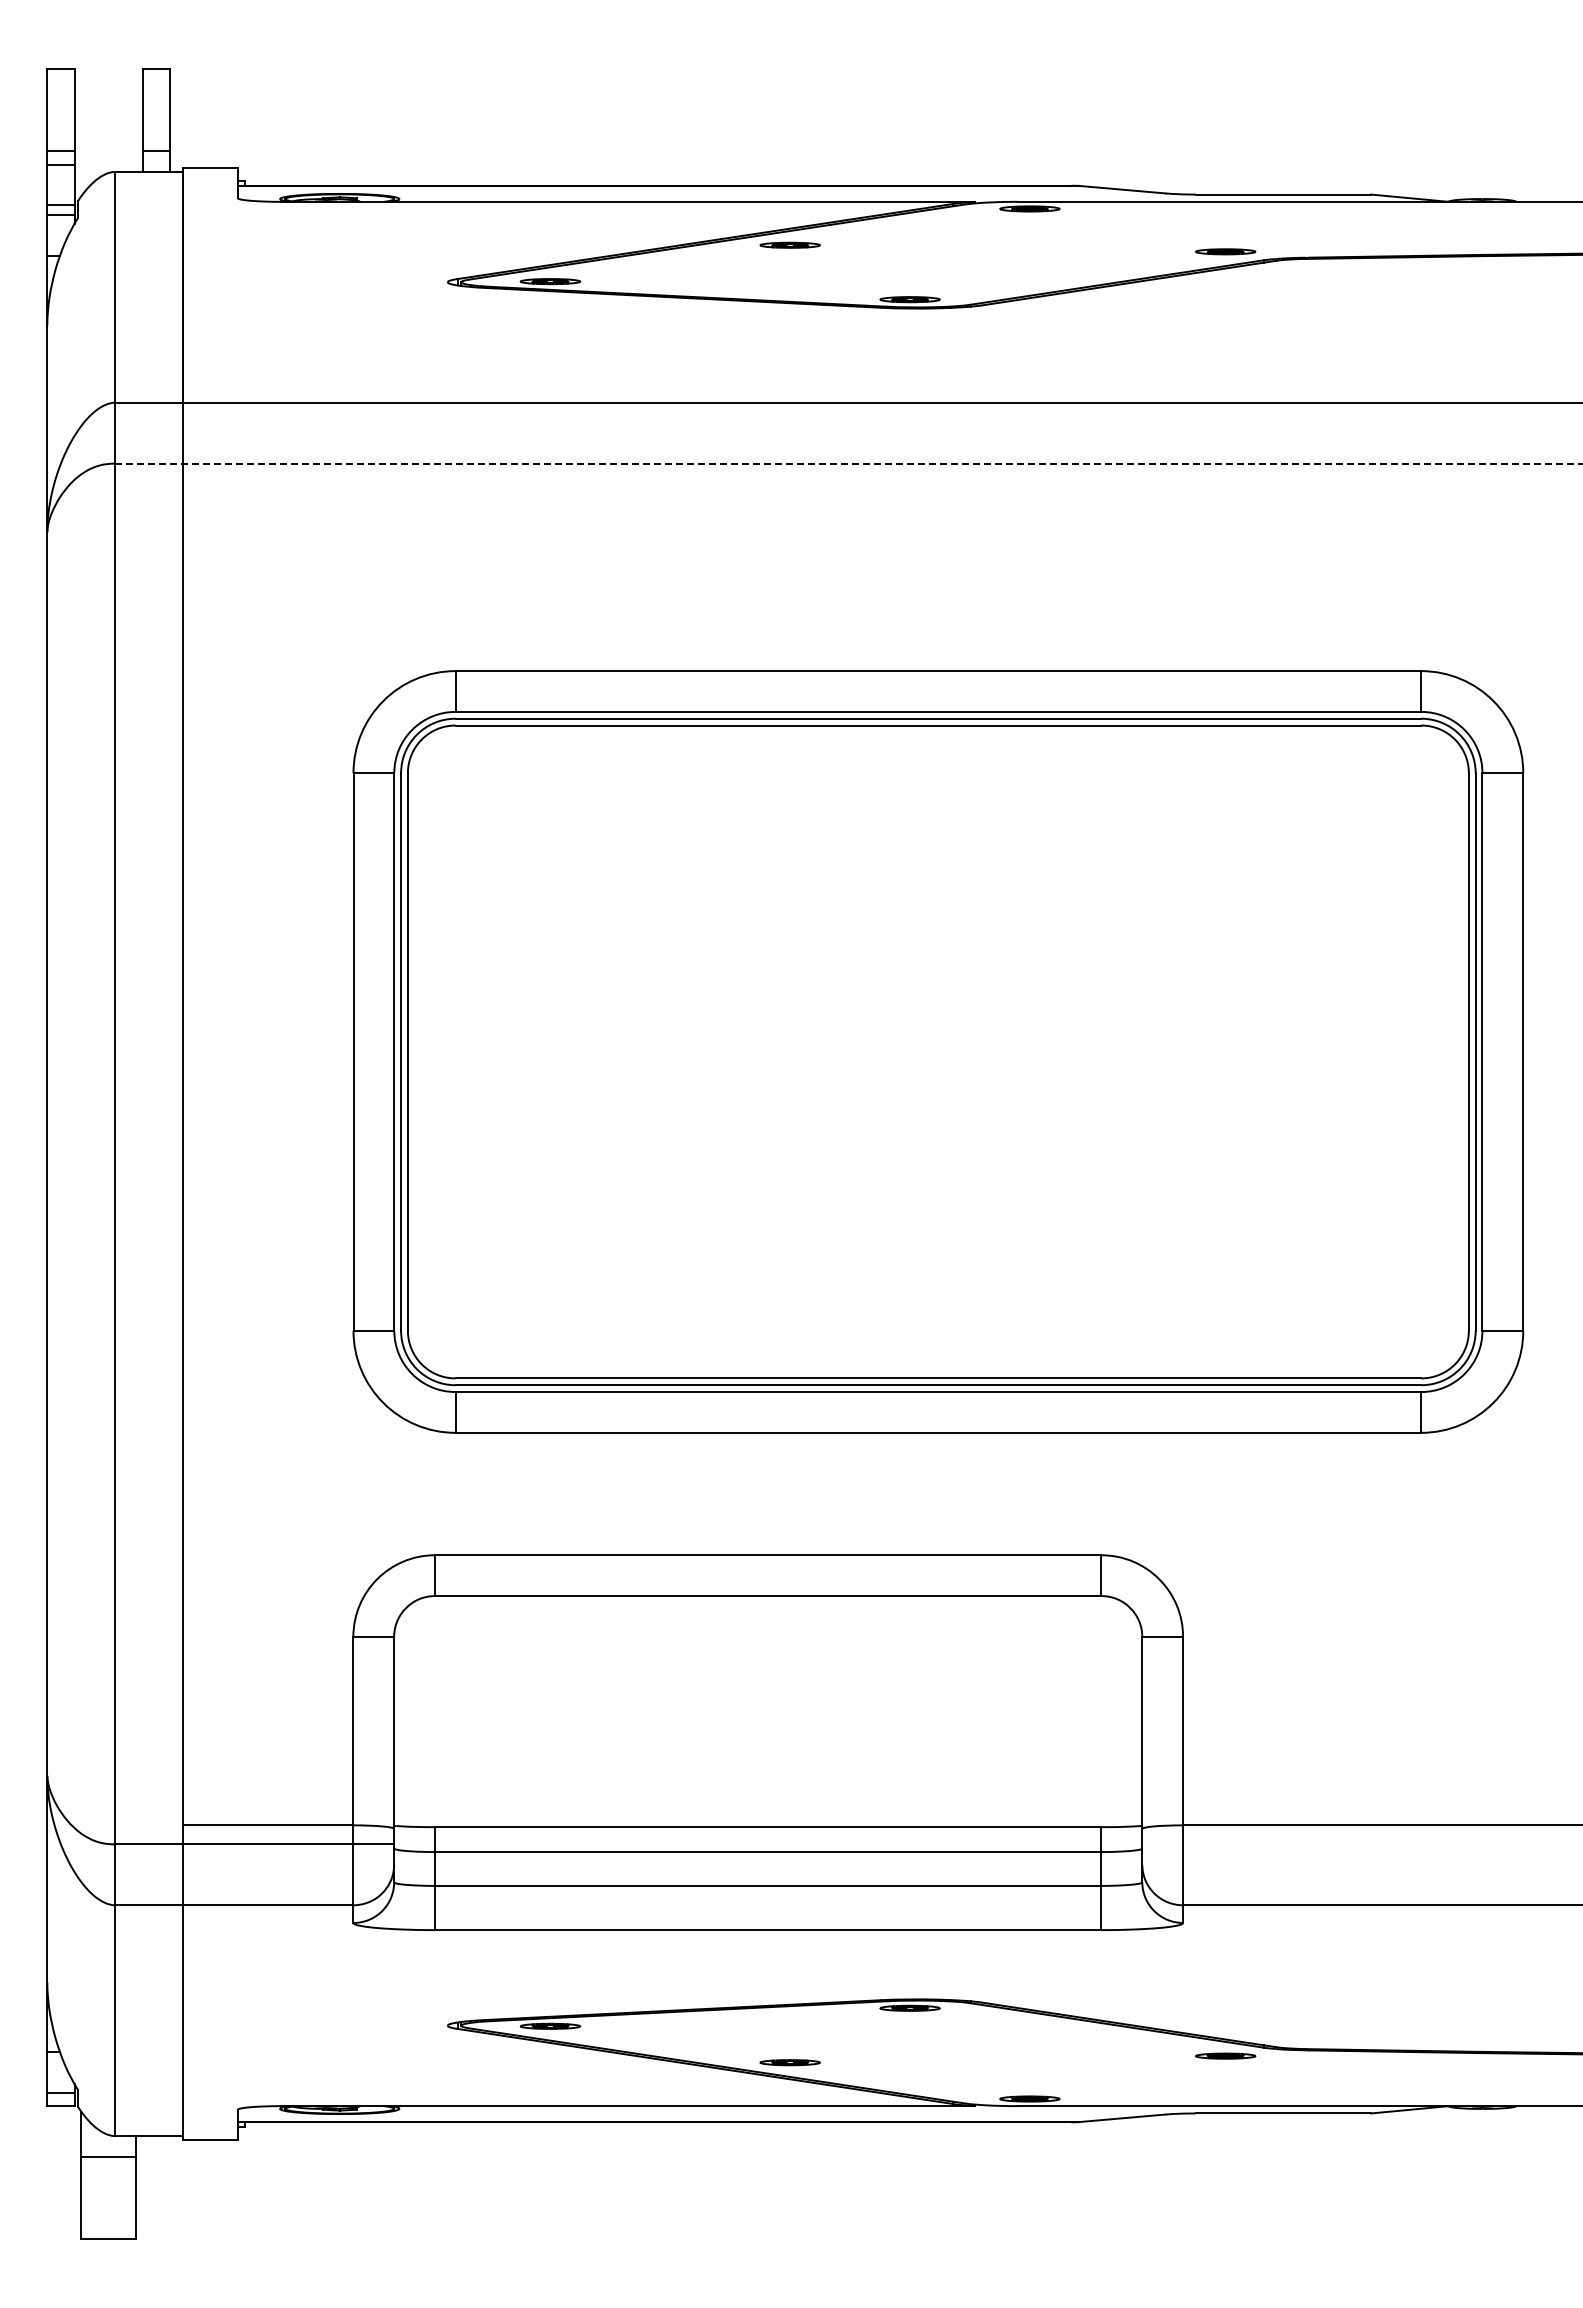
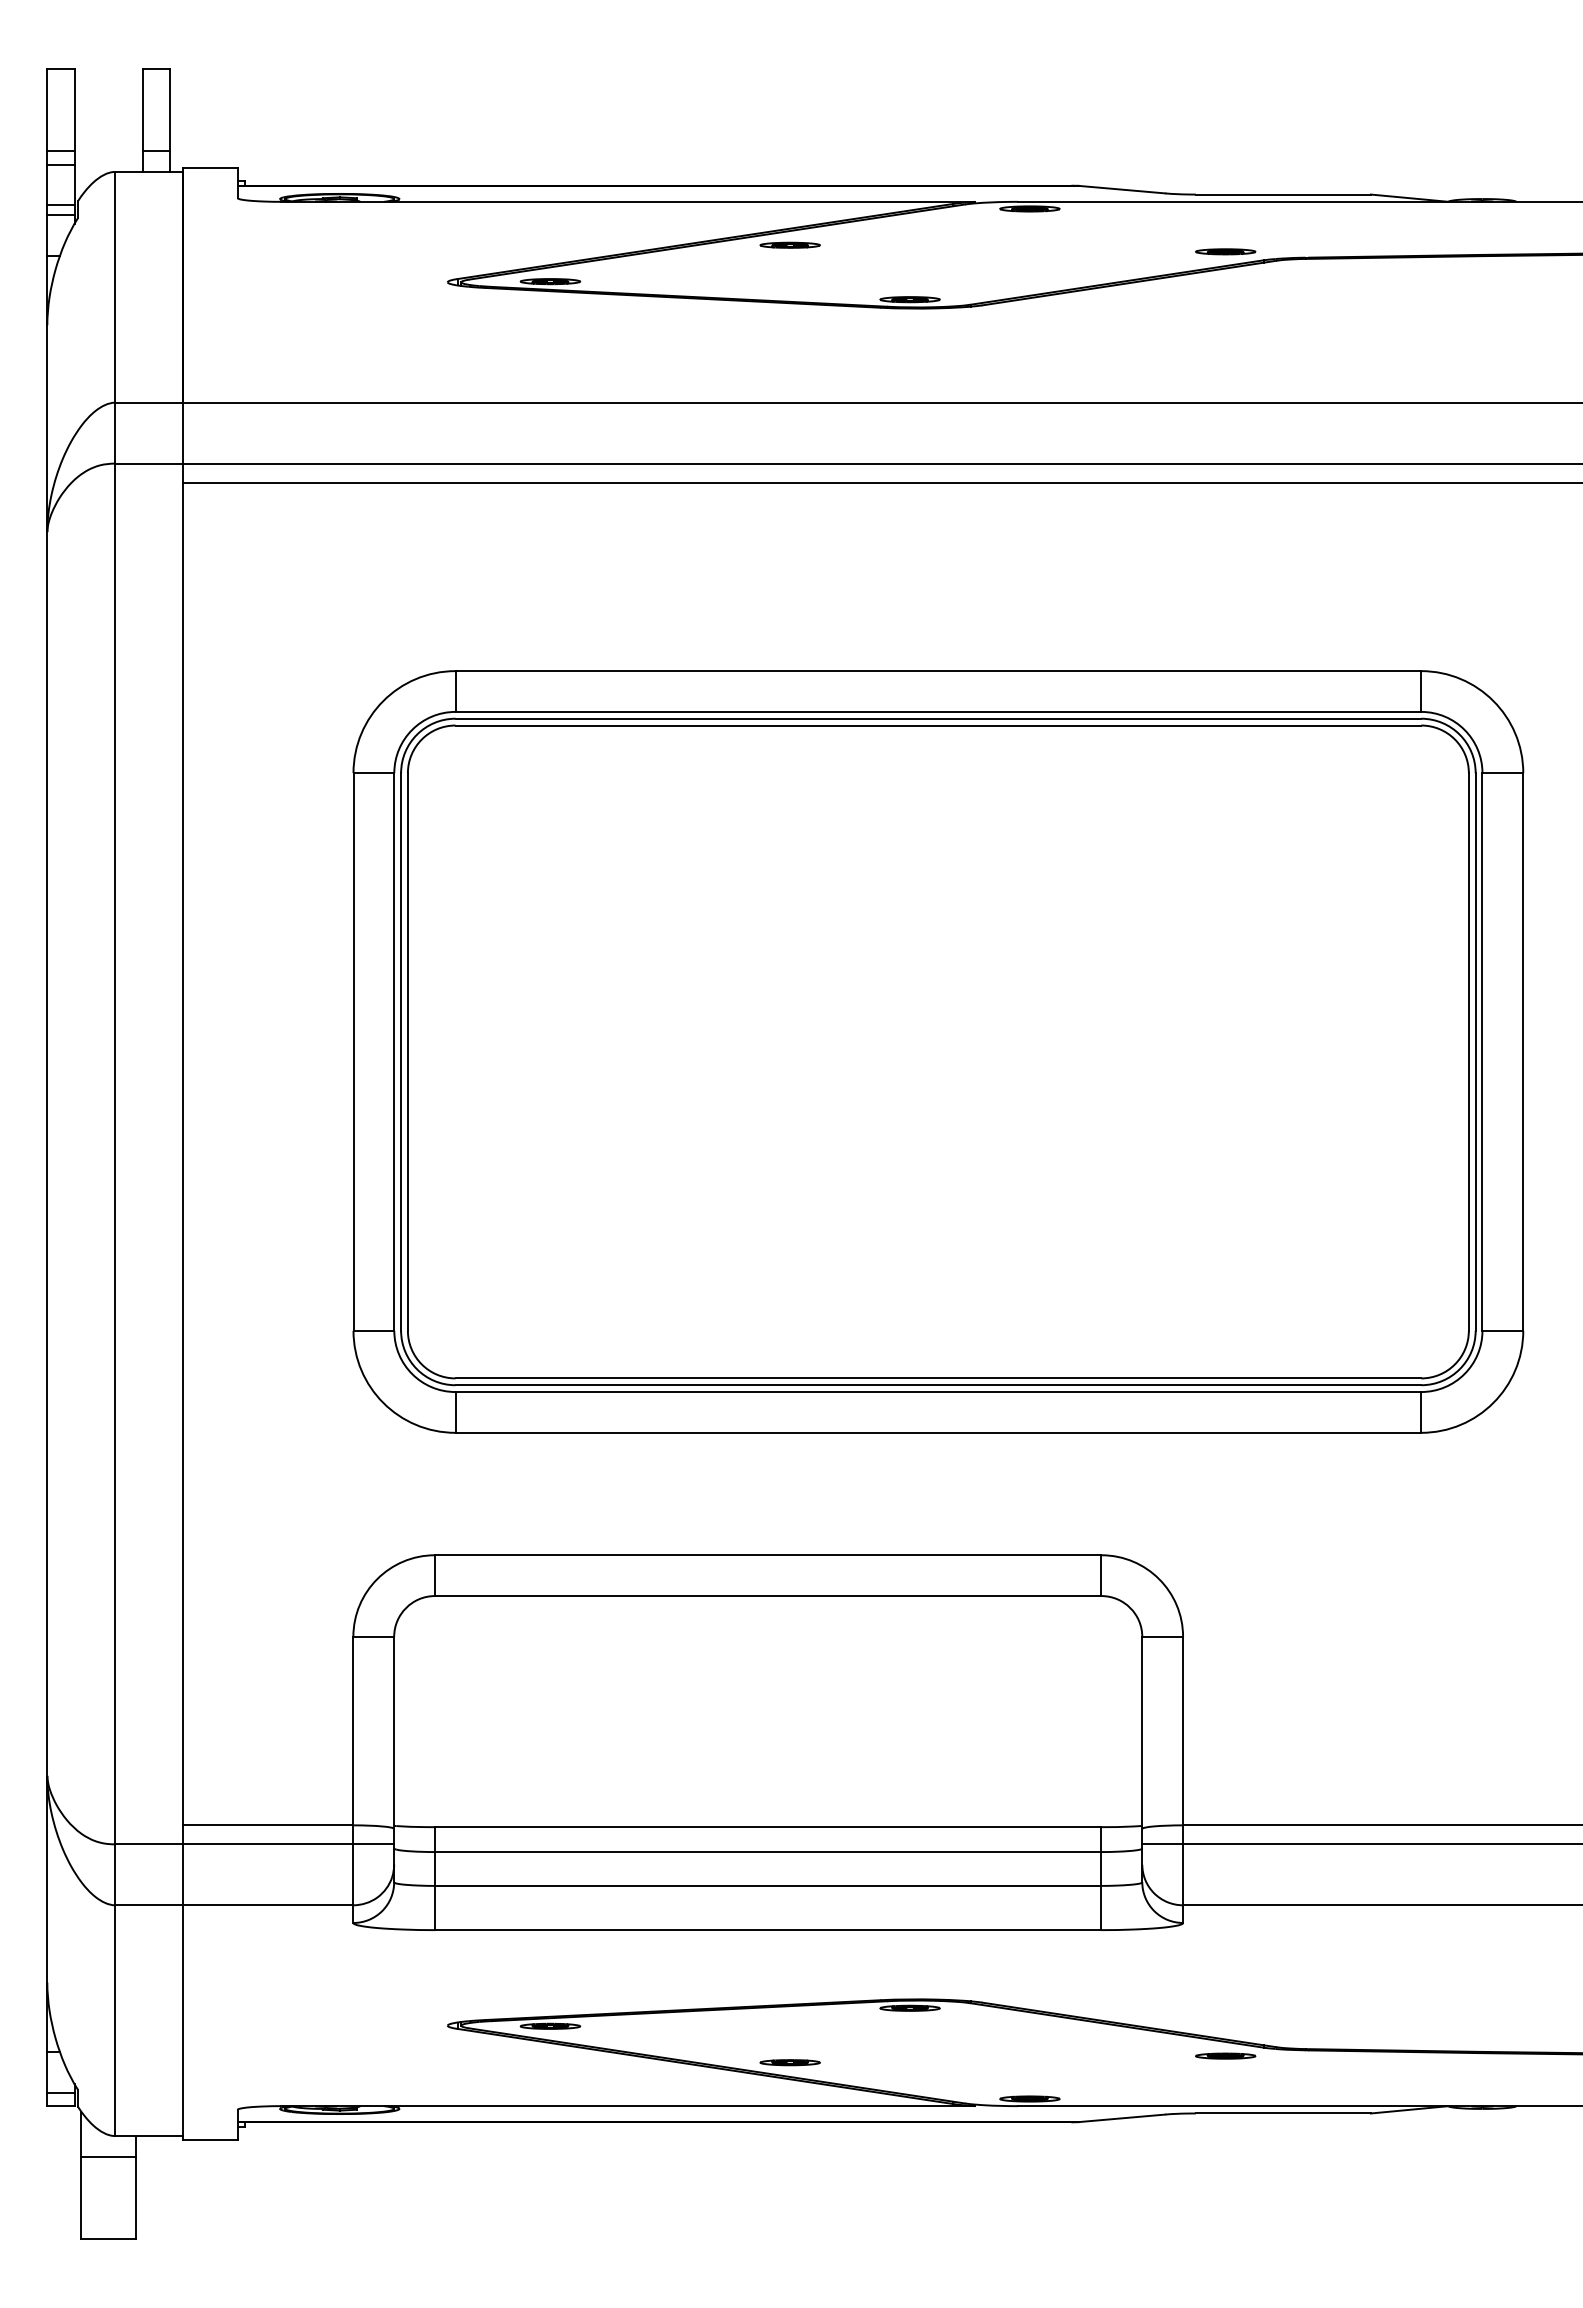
line at (849, 463): dashed -> solid
line at (881, 482): none -> present
line at (1360, 1844): none -> present
